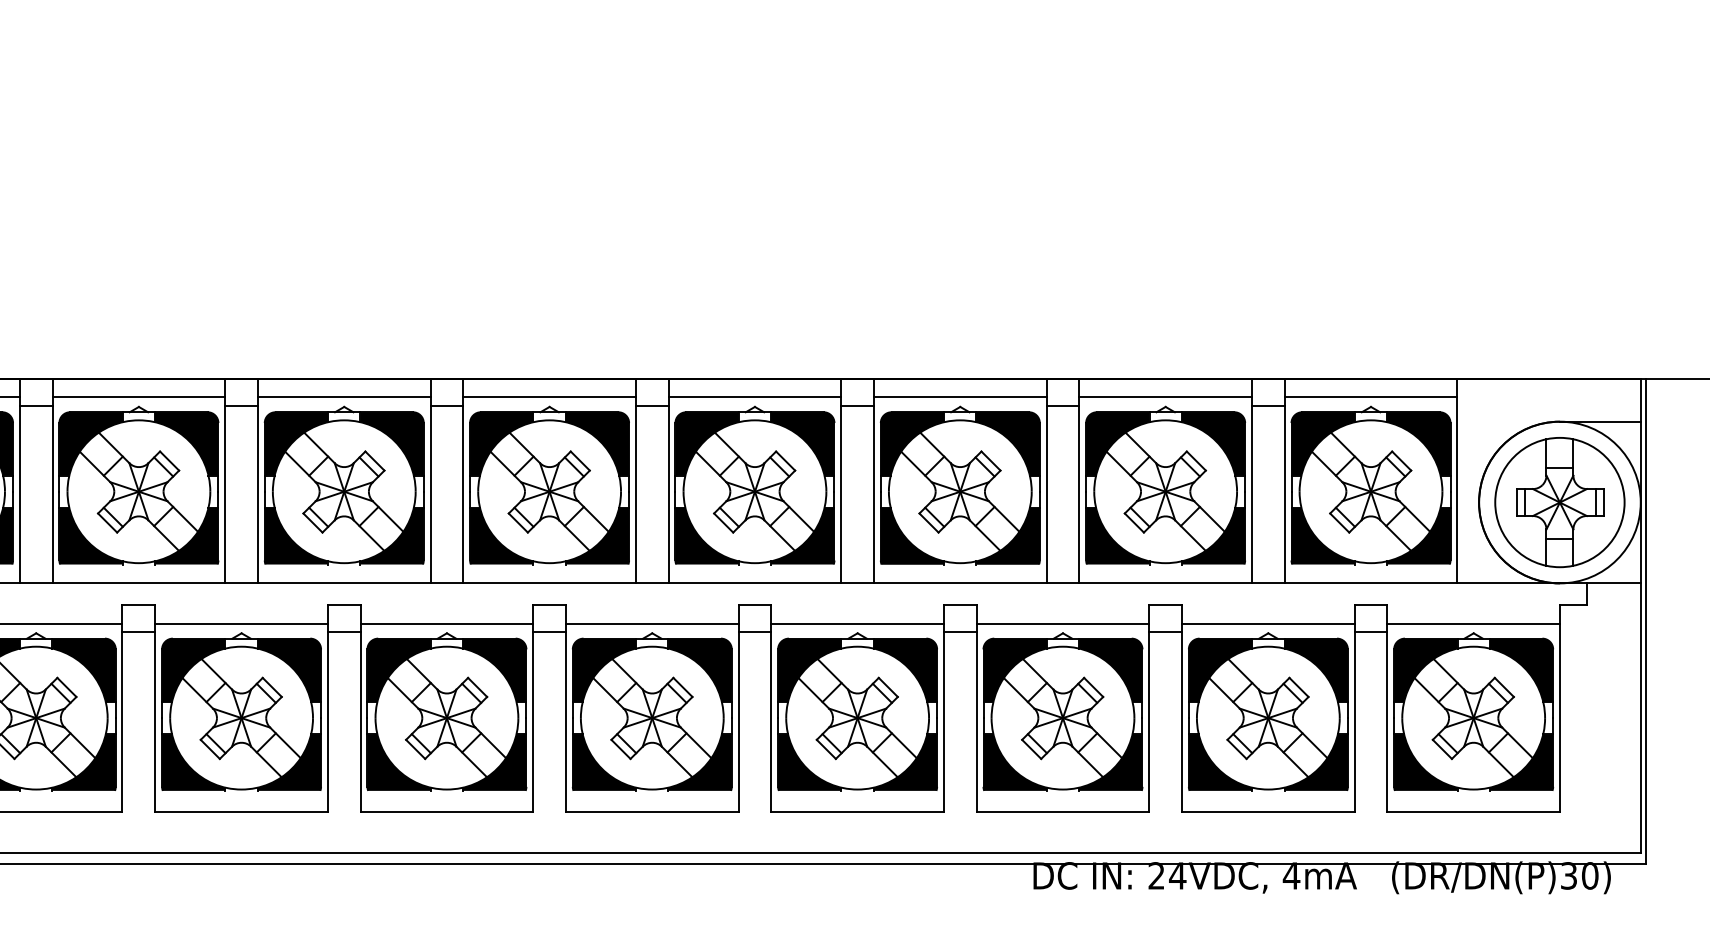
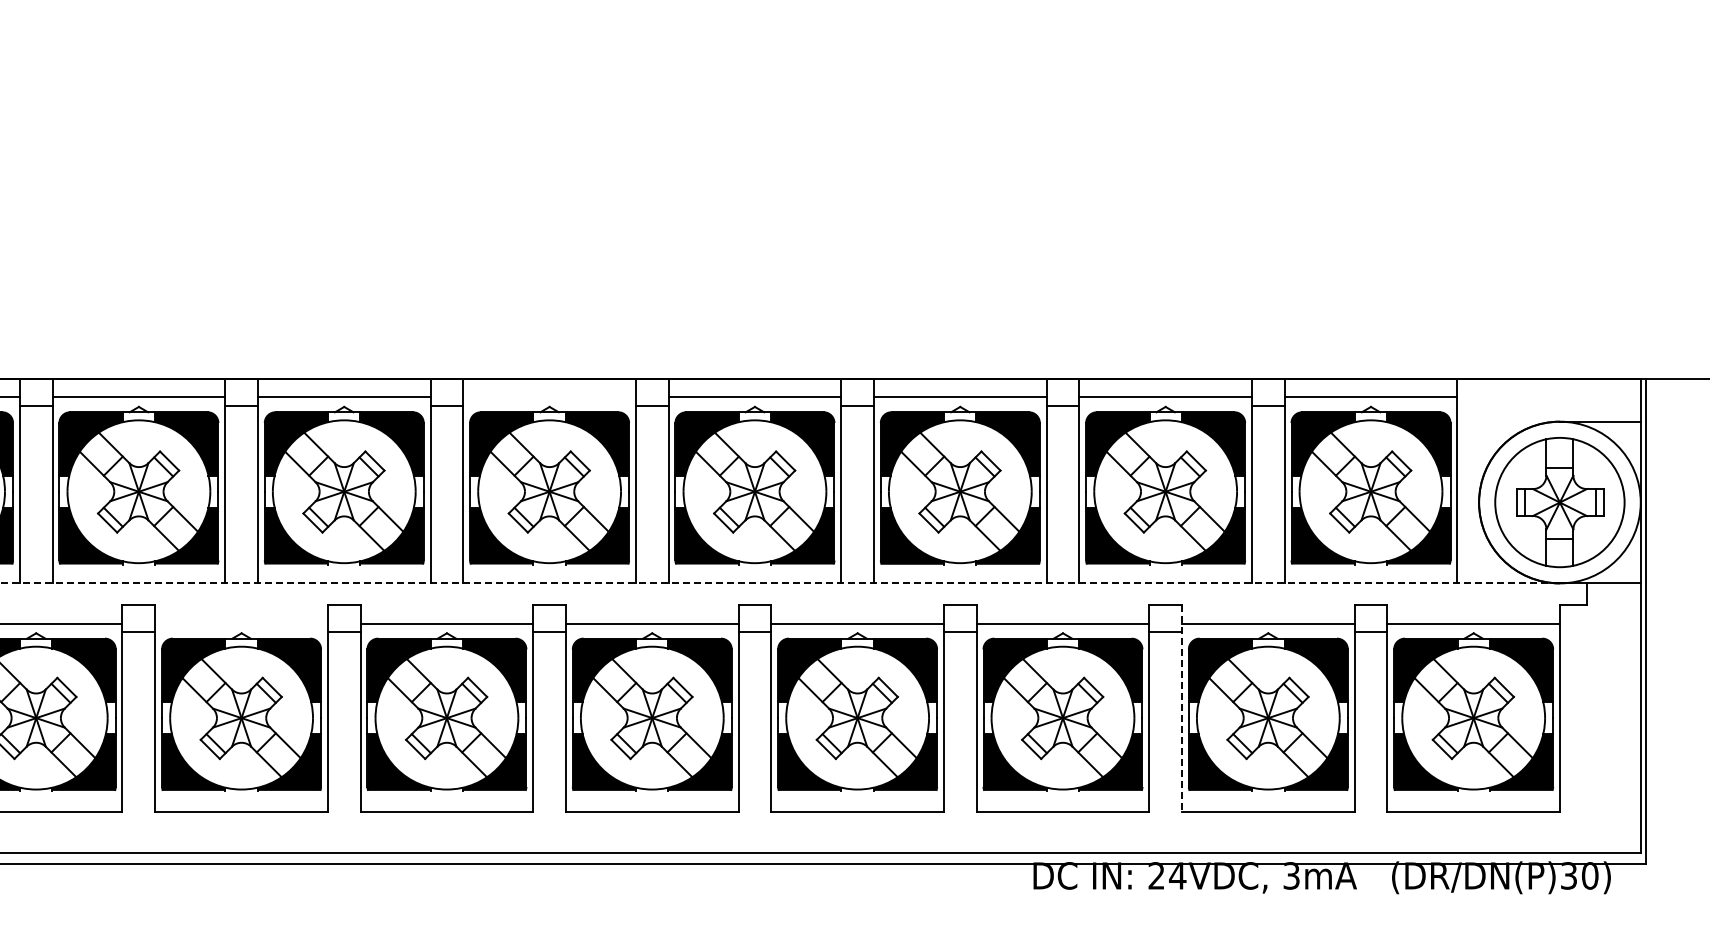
line at (549, 397): present -> none
line at (780, 583): solid -> dashed
line at (241, 623): present -> none
line at (1182, 708): solid -> dashed
text at (1291, 875): 4mA -> 3mA
